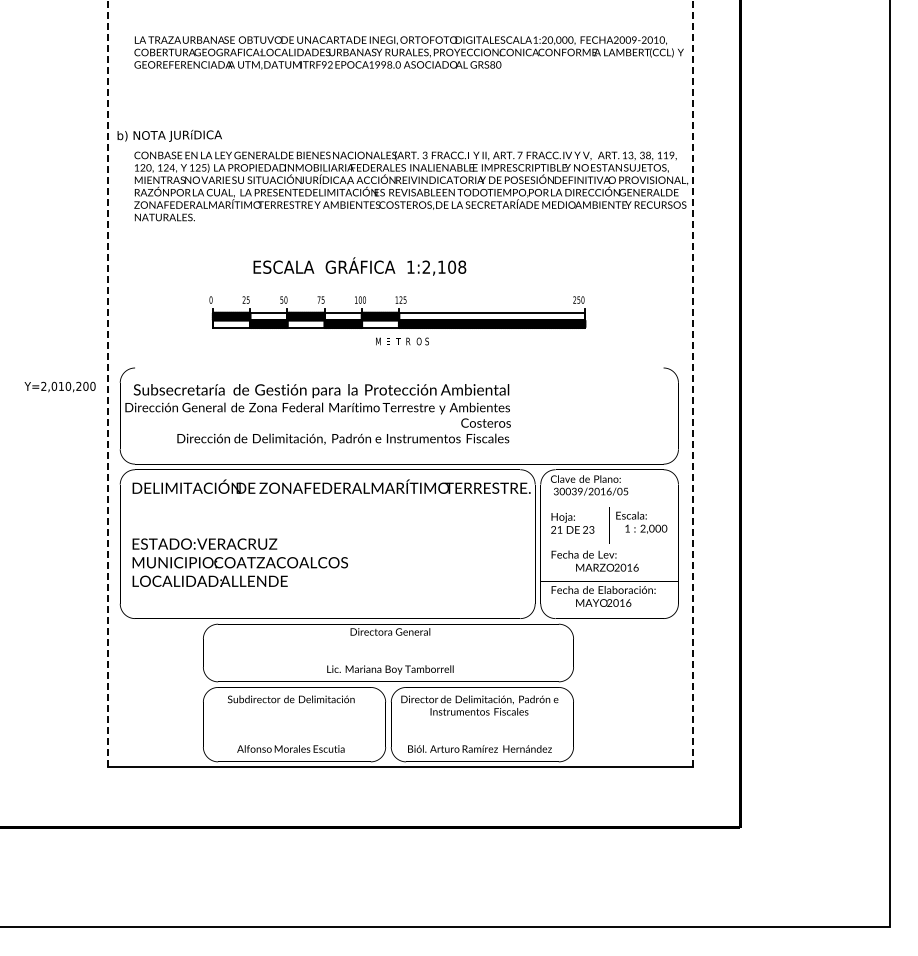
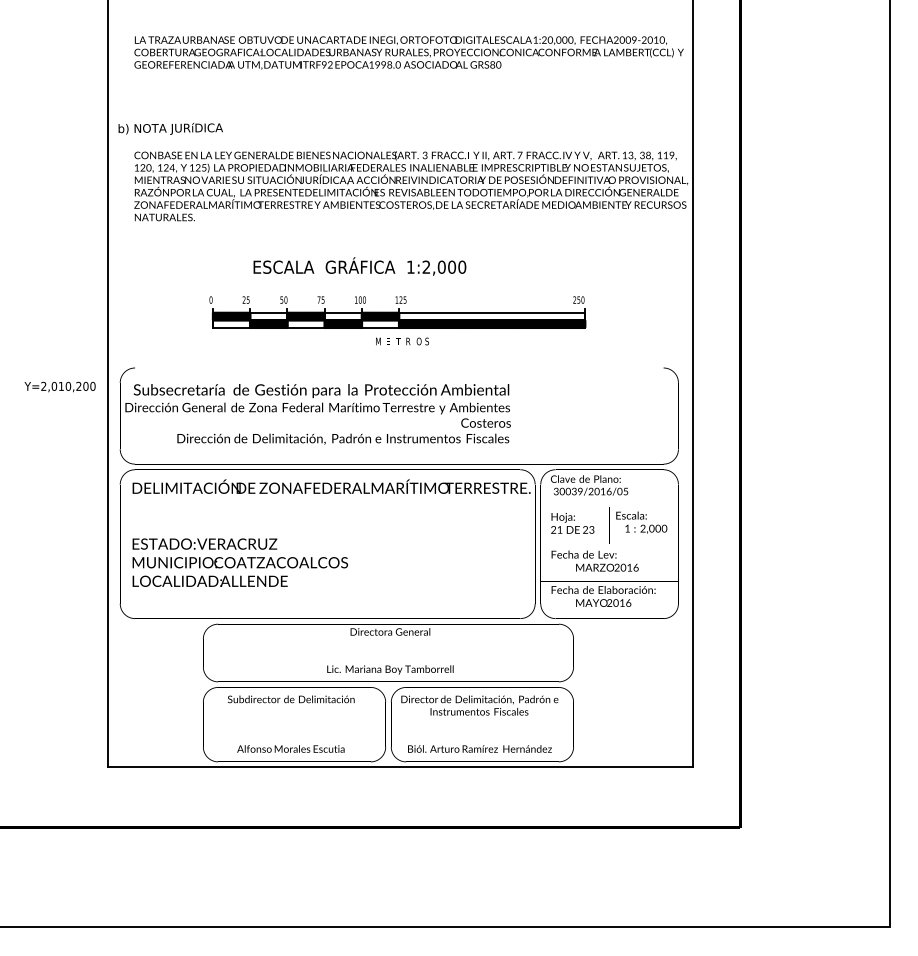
text at (169, 135) position: (169, 135) -> (170, 128)
text at (451, 266): 1:2,108 -> 1:2,000
line at (107, 383): dashed -> solid
line at (692, 383): dashed -> solid
